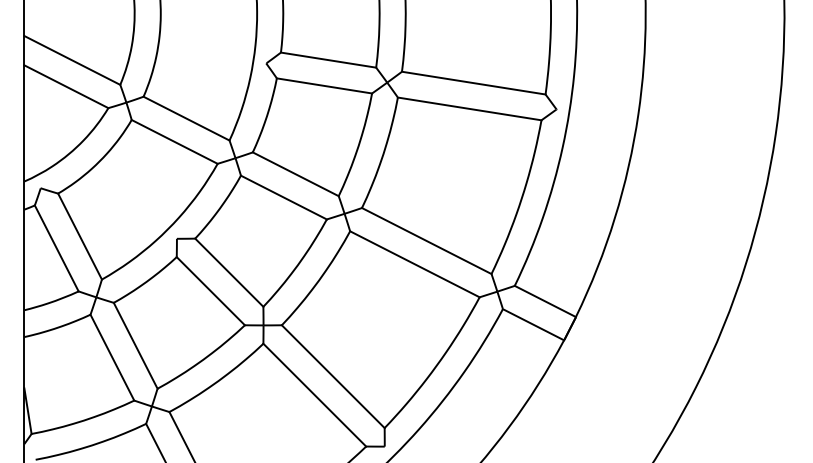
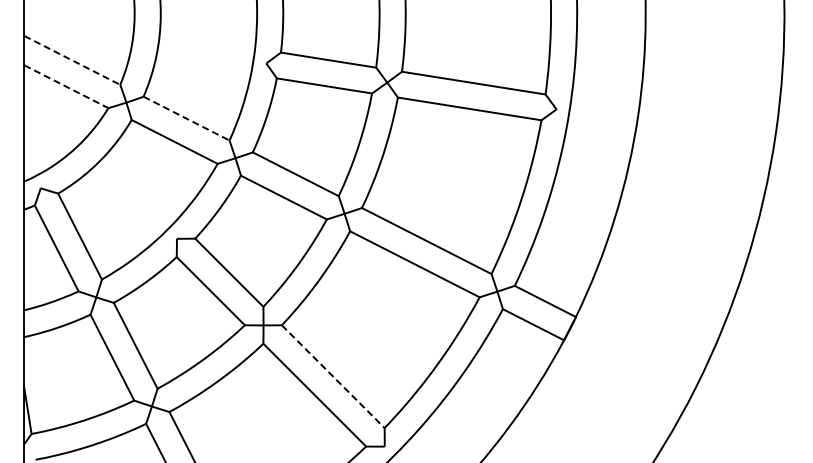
line at (72, 60): solid -> dashed
line at (66, 86): solid -> dashed
line at (187, 118): solid -> dashed
line at (333, 376): solid -> dashed
